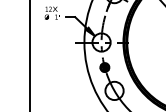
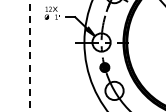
line at (29, 55): solid -> dashed
